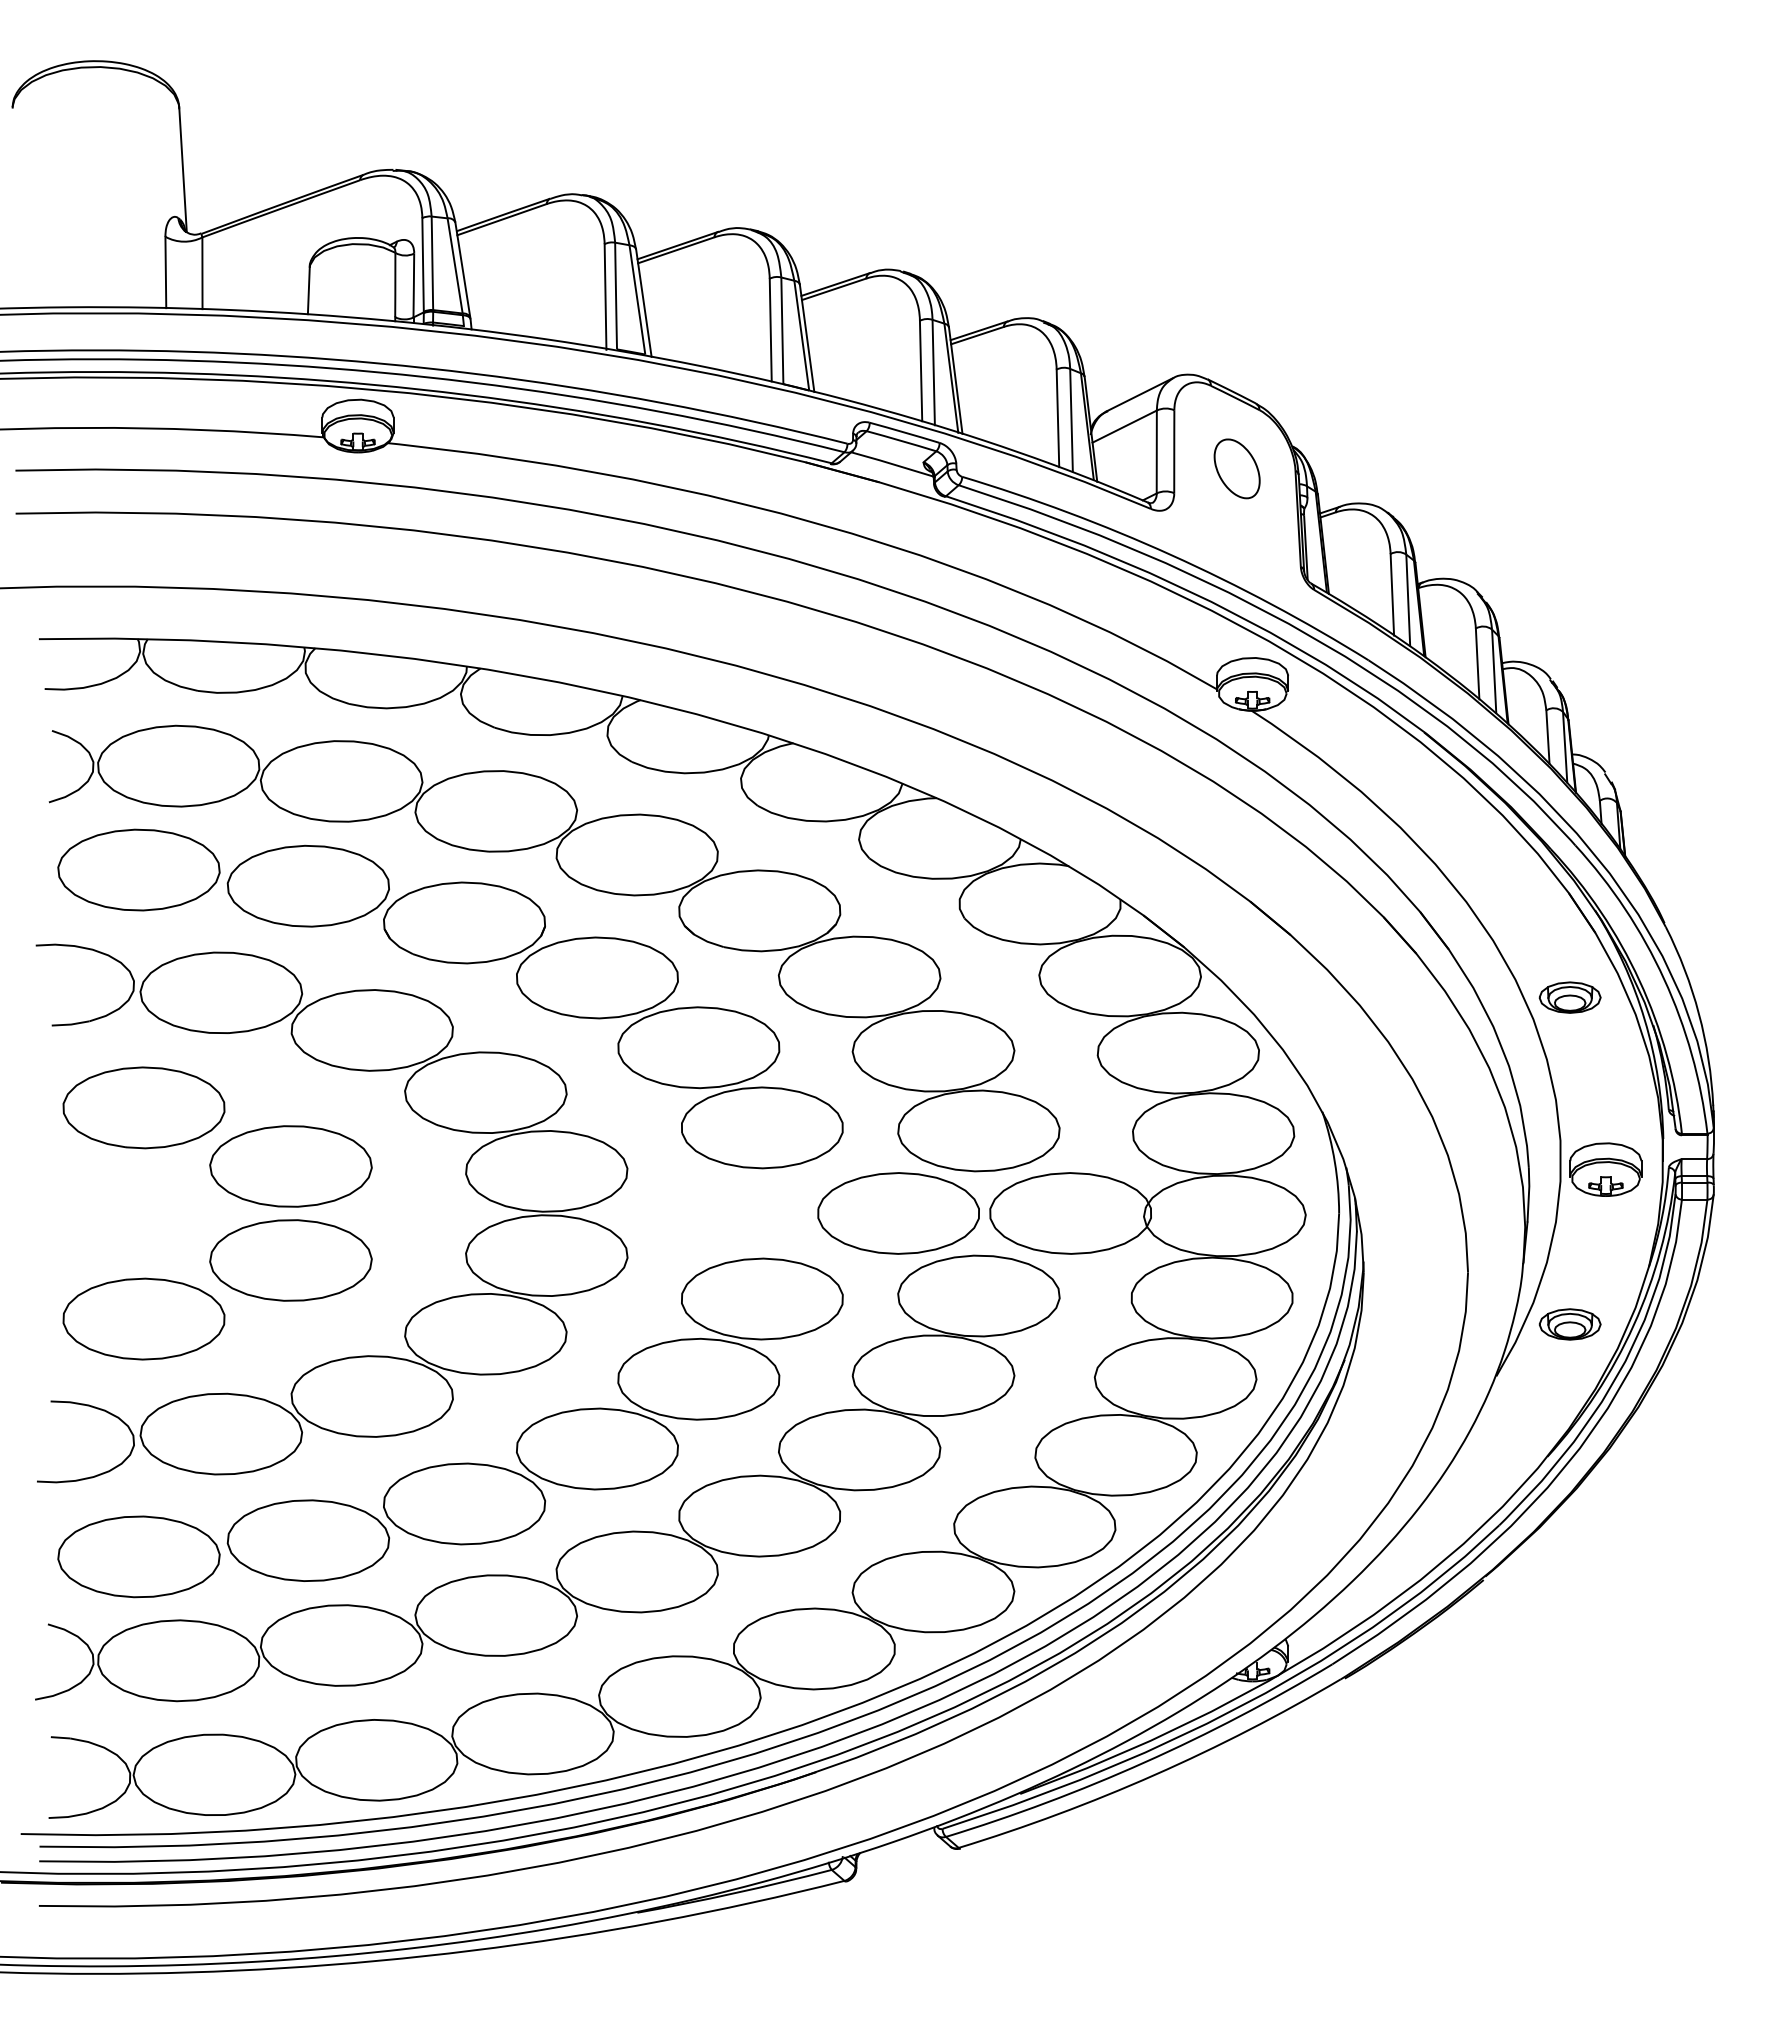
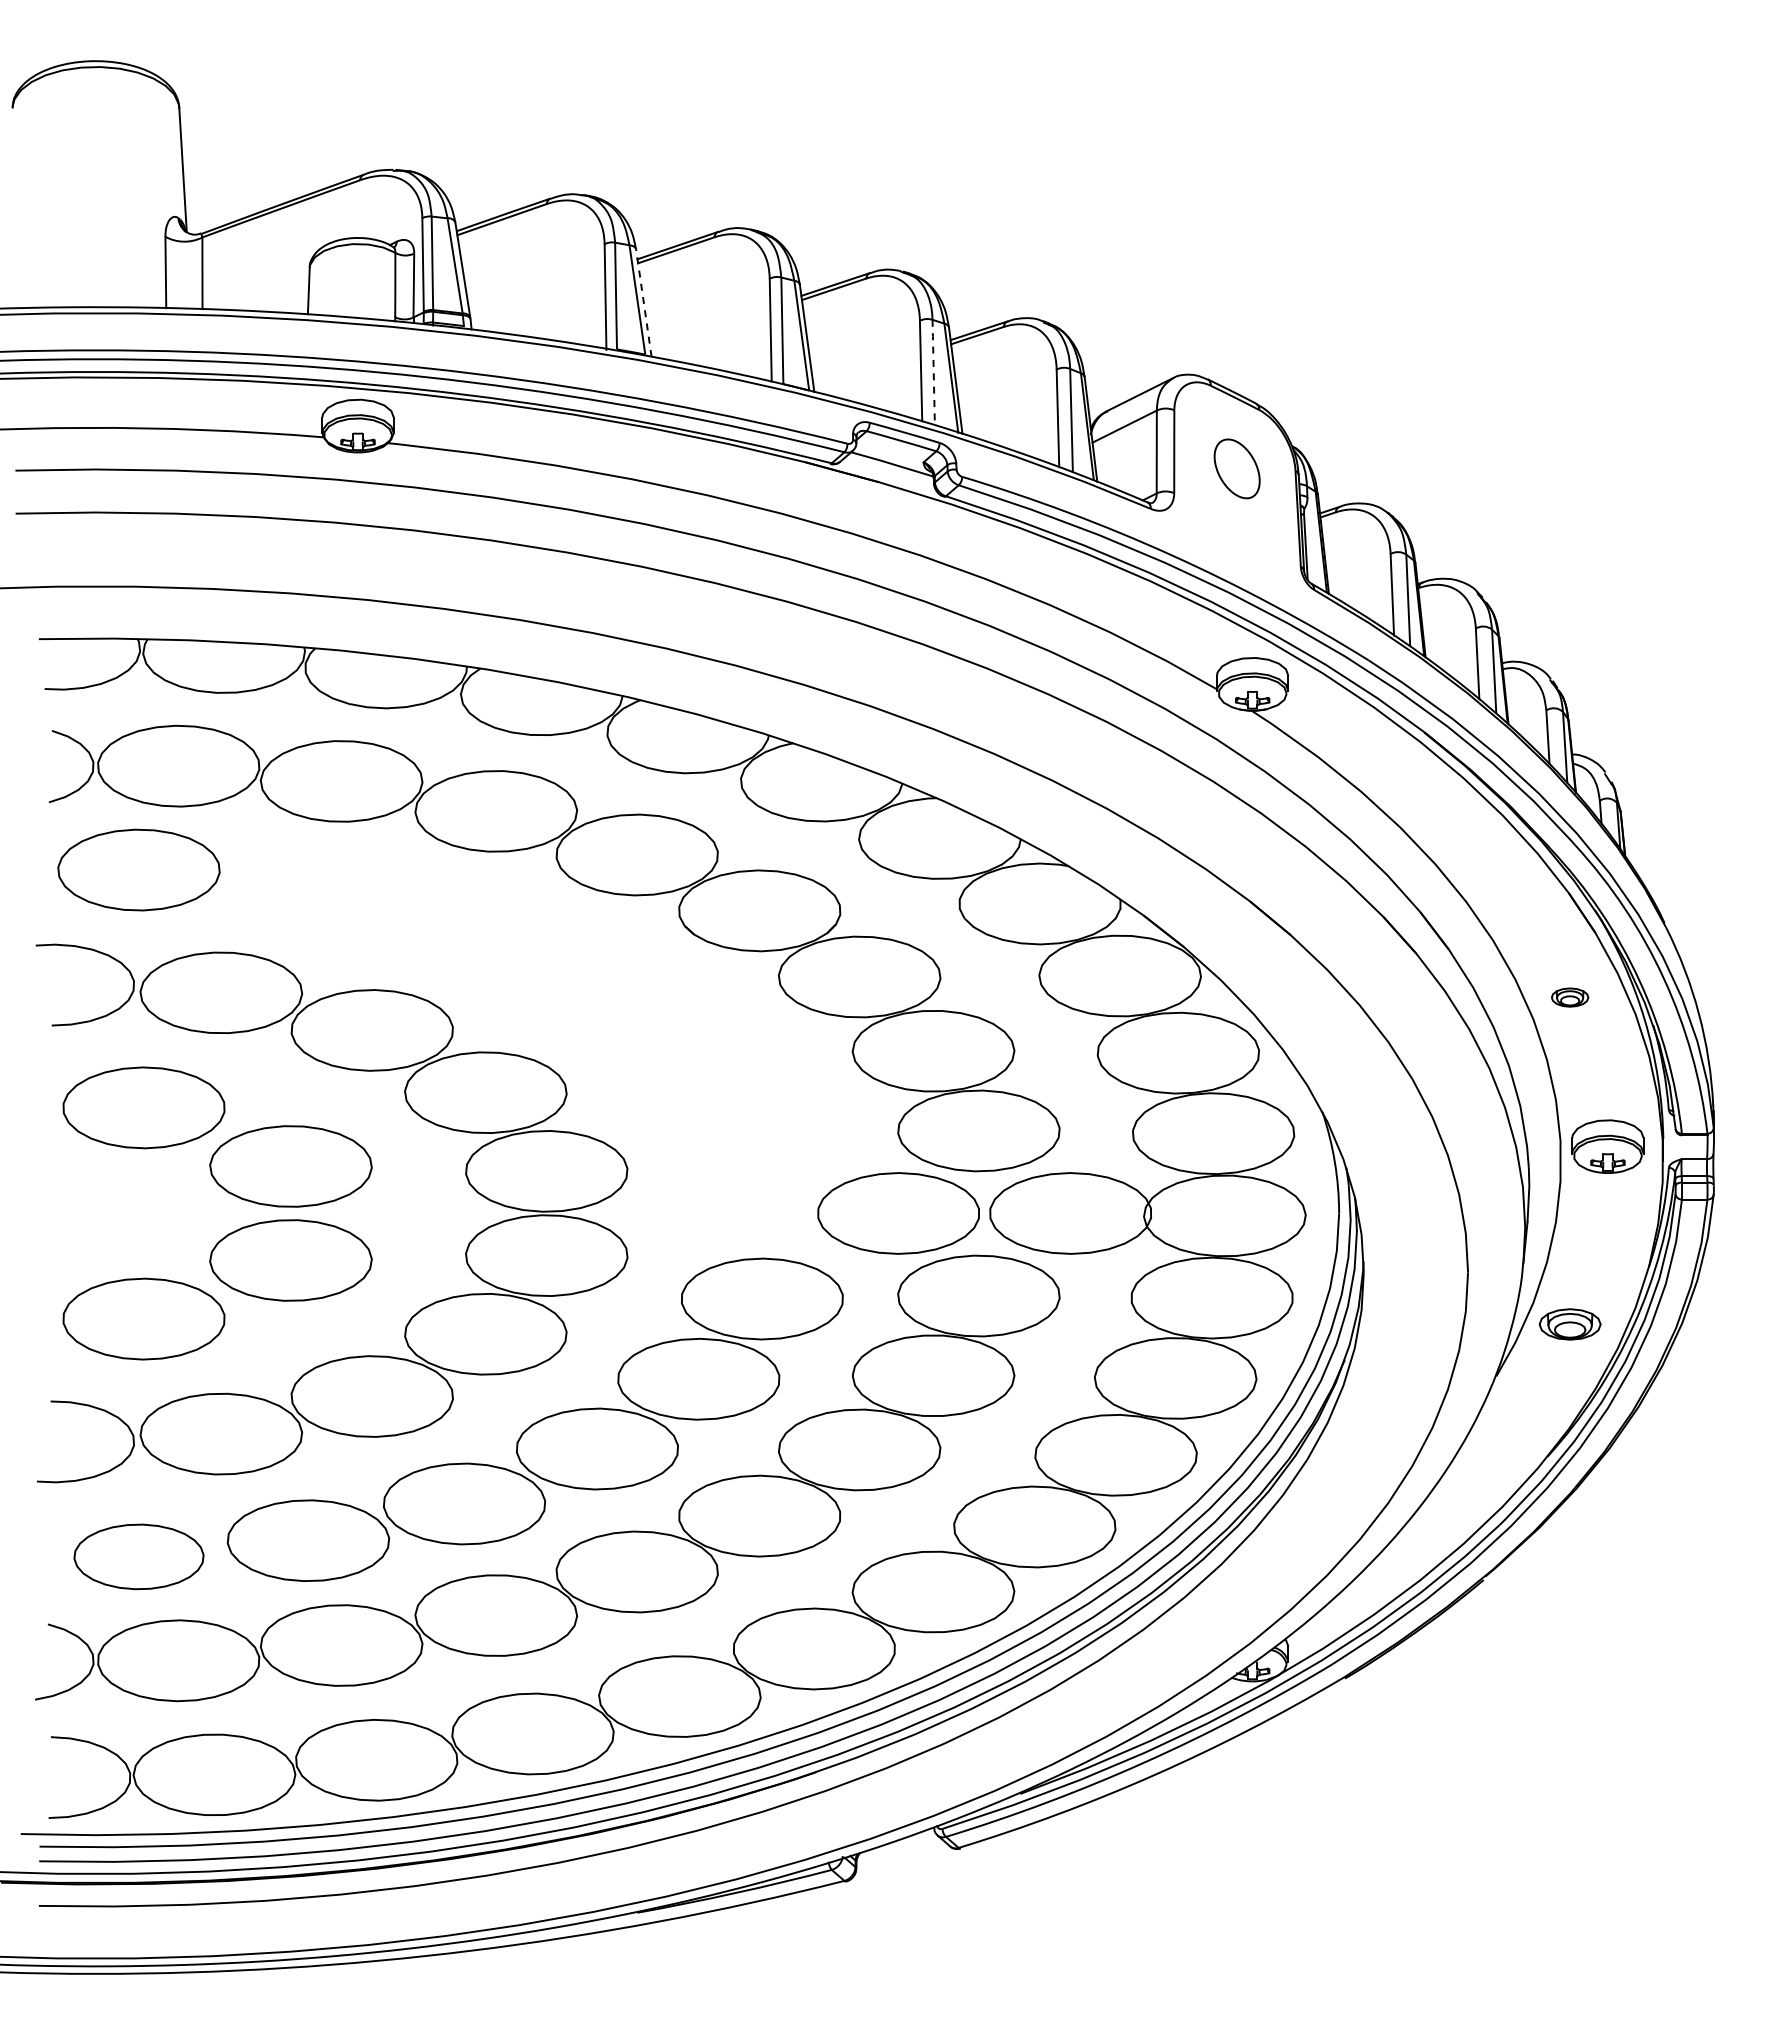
line at (643, 302): solid -> dashed
line at (933, 373): solid -> dashed
part at (1569, 997) size: 64x33 px -> 39x21 px
part at (534, 1006): present -> none
part at (1605, 1169) position: (1605, 1169) -> (1607, 1146)
part at (138, 1556) size: 164x84 px -> 132x68 px
